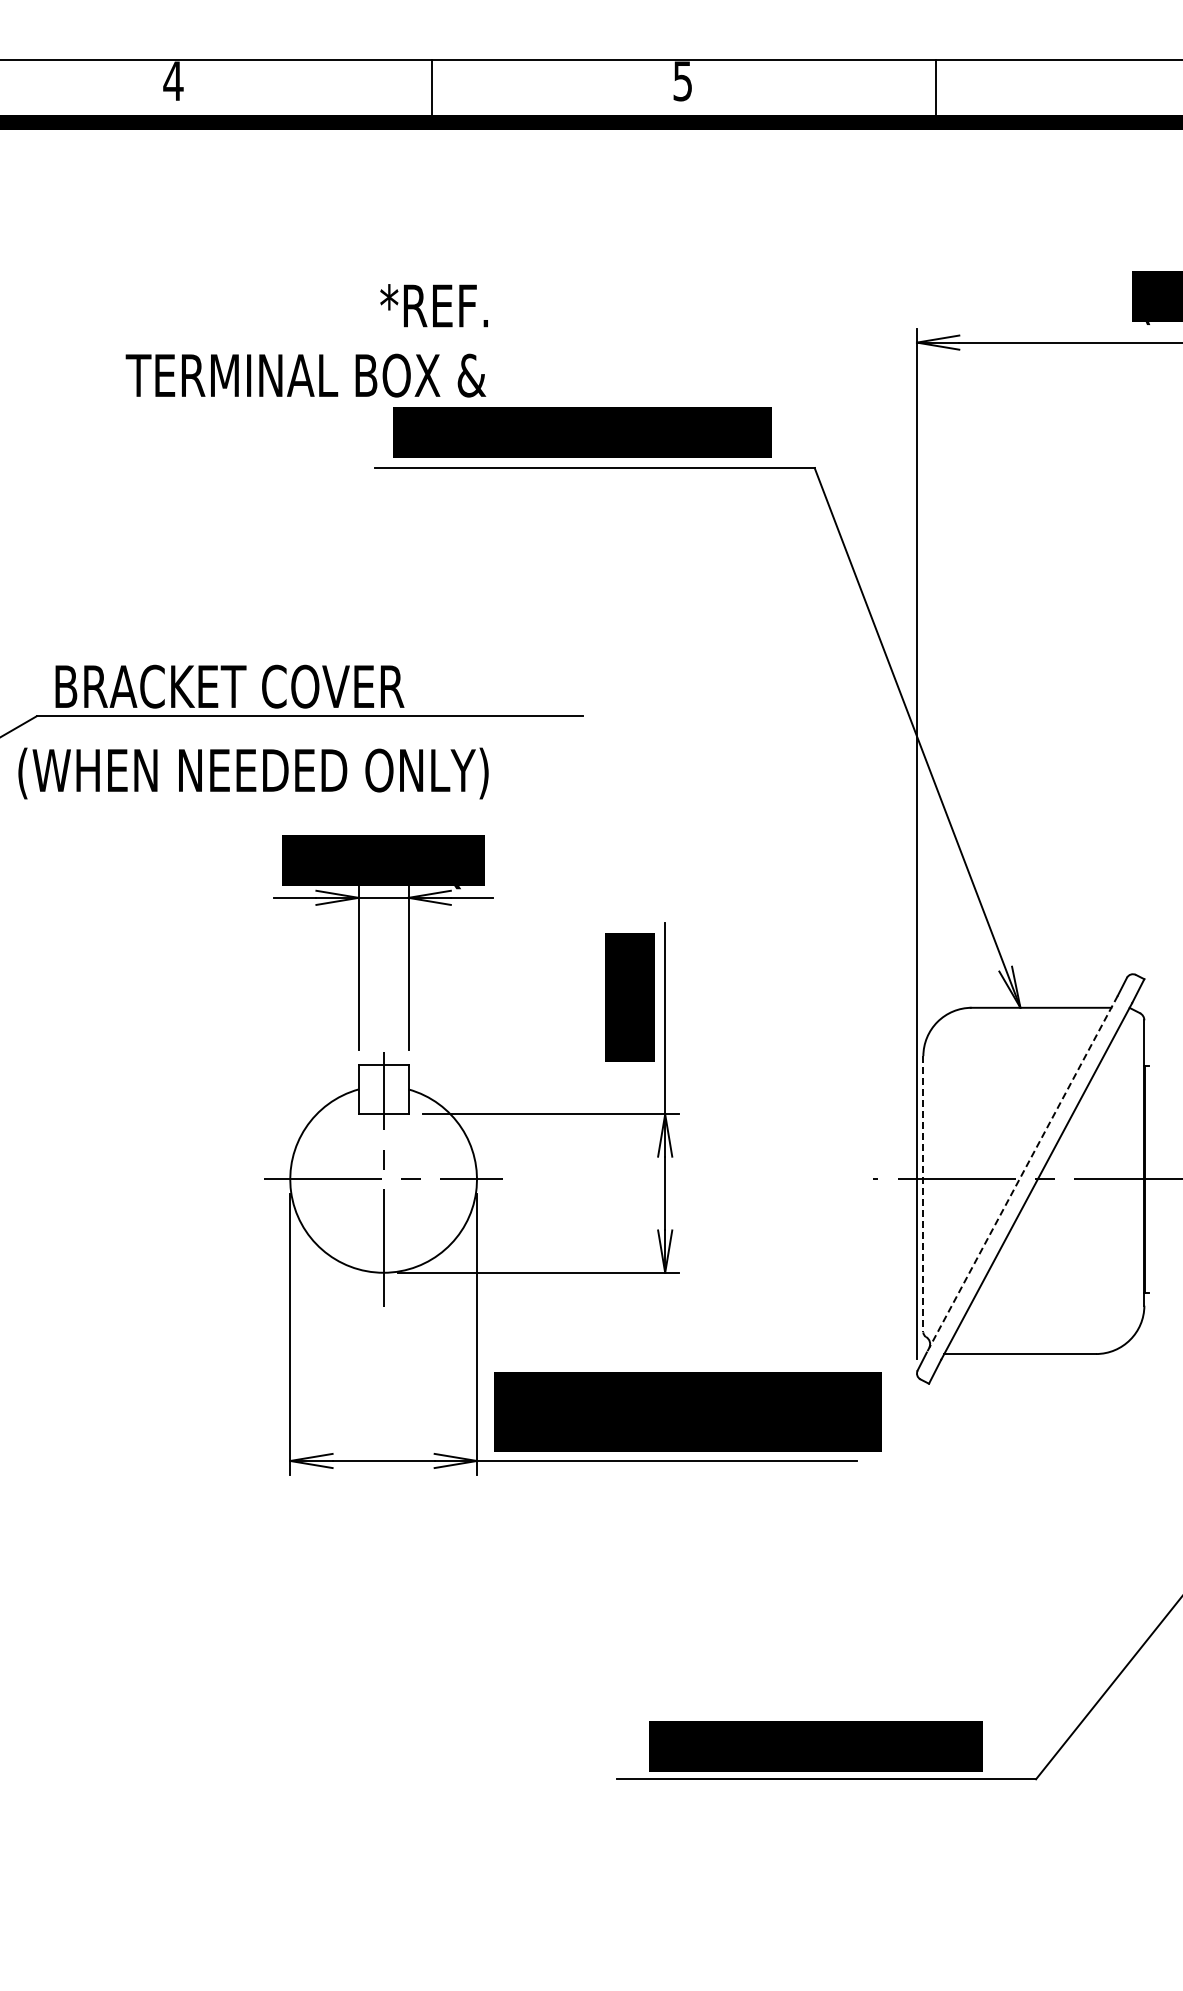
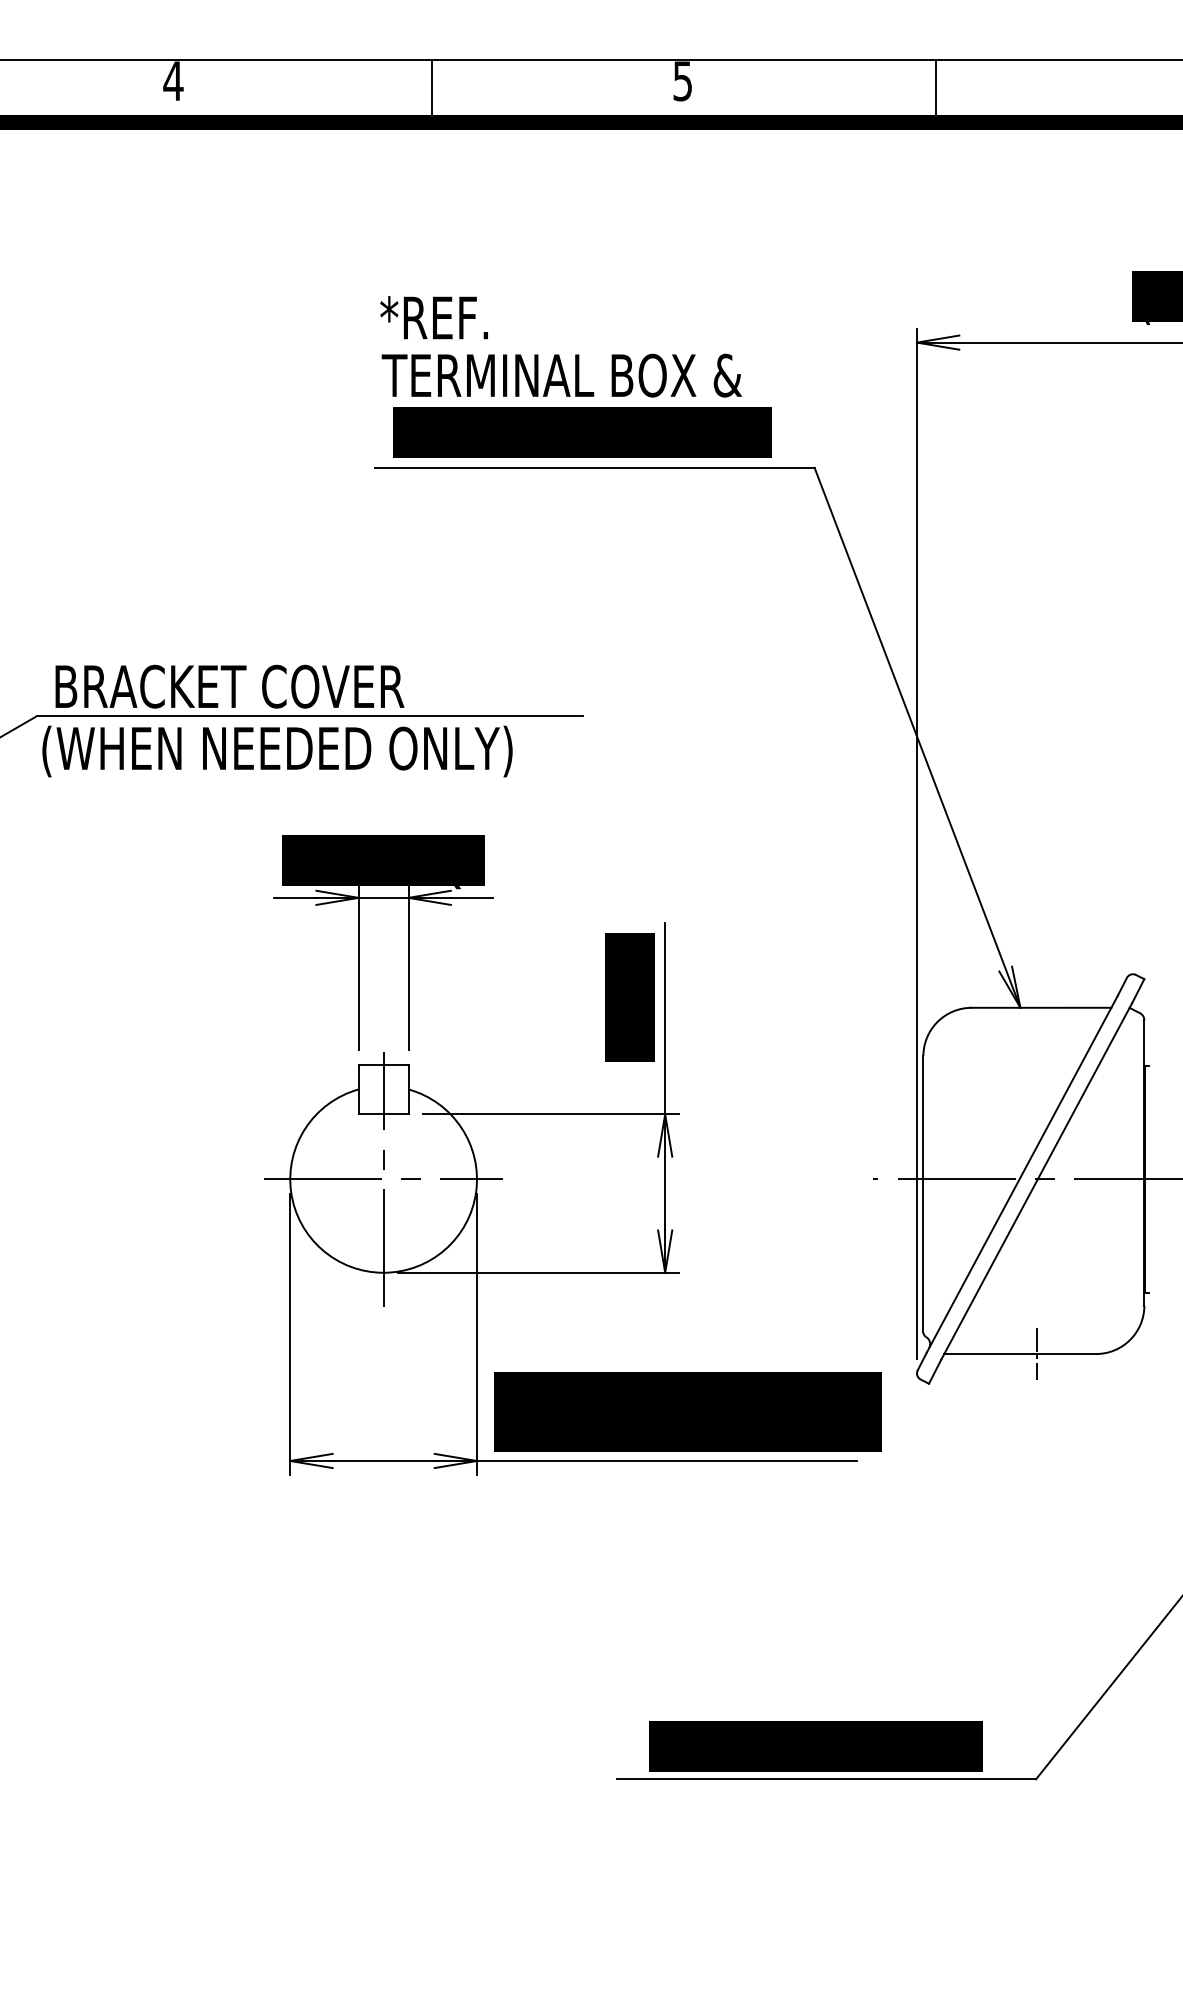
text at (433, 305) position: (433, 305) -> (433, 317)
text at (305, 375) position: (305, 375) -> (561, 375)
text at (253, 773) position: (253, 773) -> (277, 751)
line at (1022, 1174): dashed -> solid
line at (923, 1194): dashed -> solid
line at (1036, 1354): none -> present
